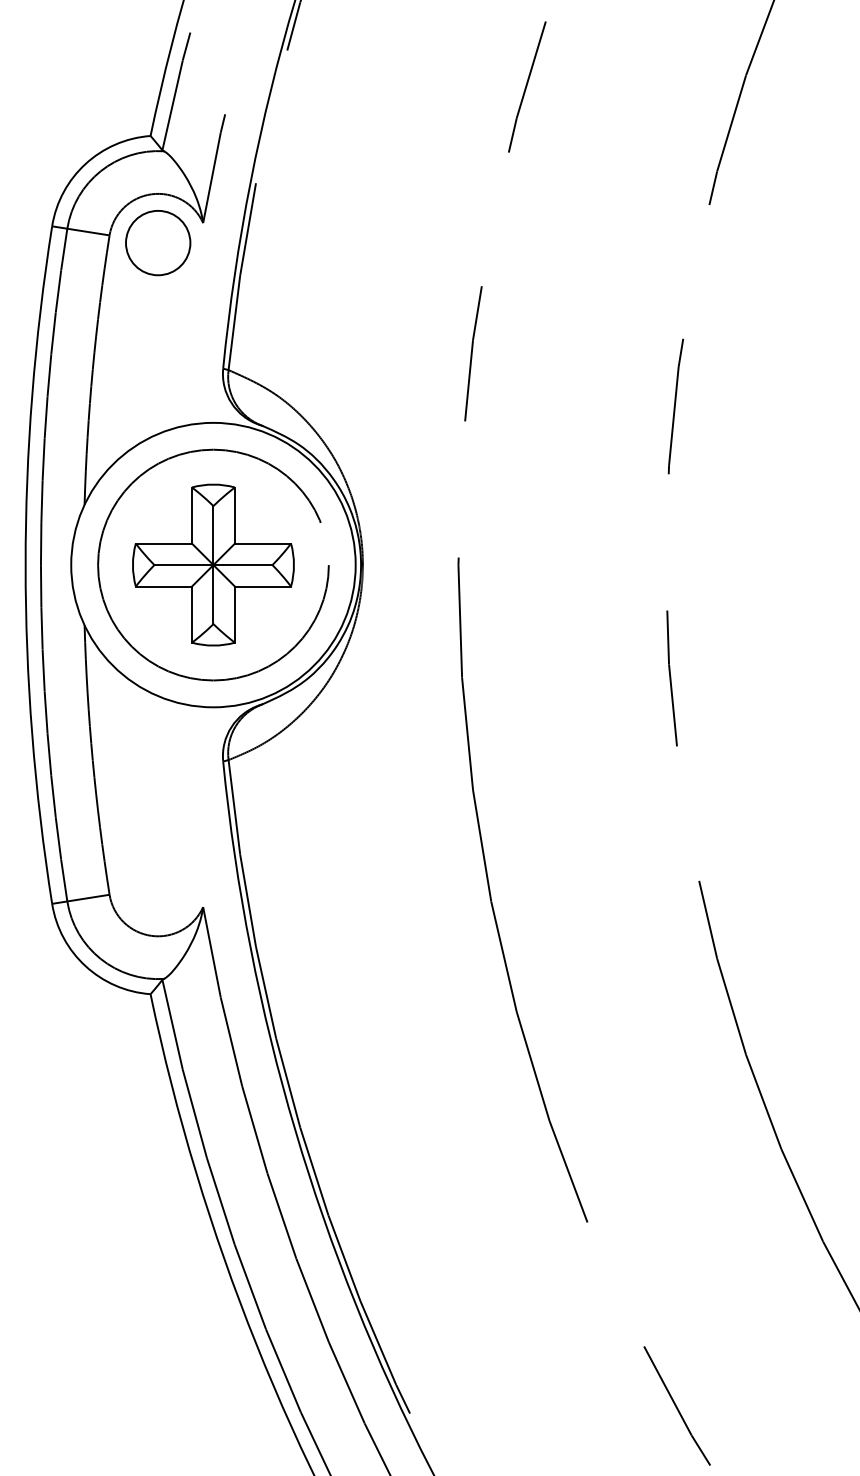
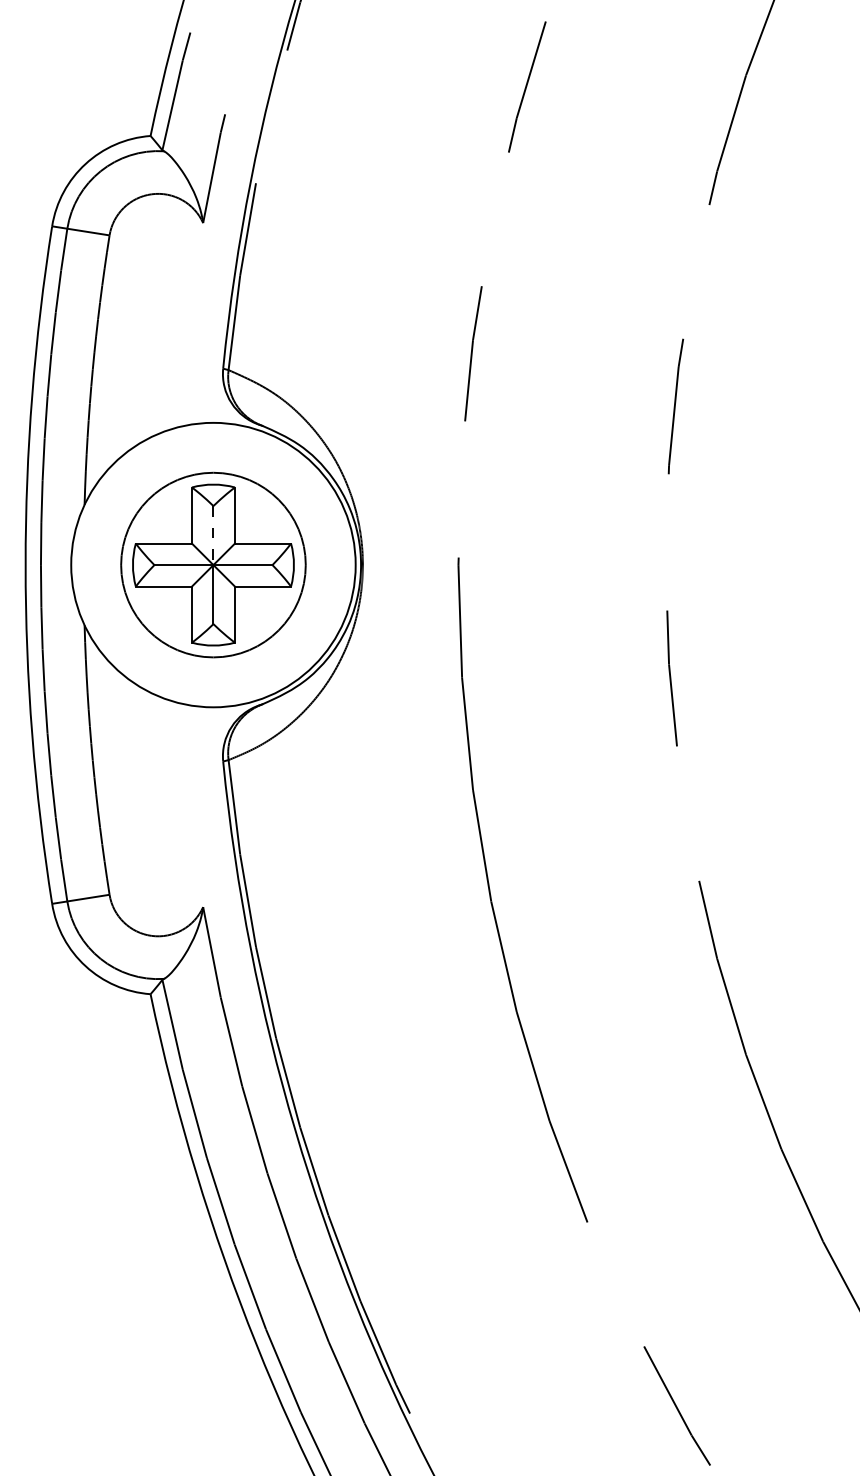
circle at (158, 243): present -> none
line at (213, 535): solid -> dashed
circle at (213, 564) diameter: 231 px -> 185 px
